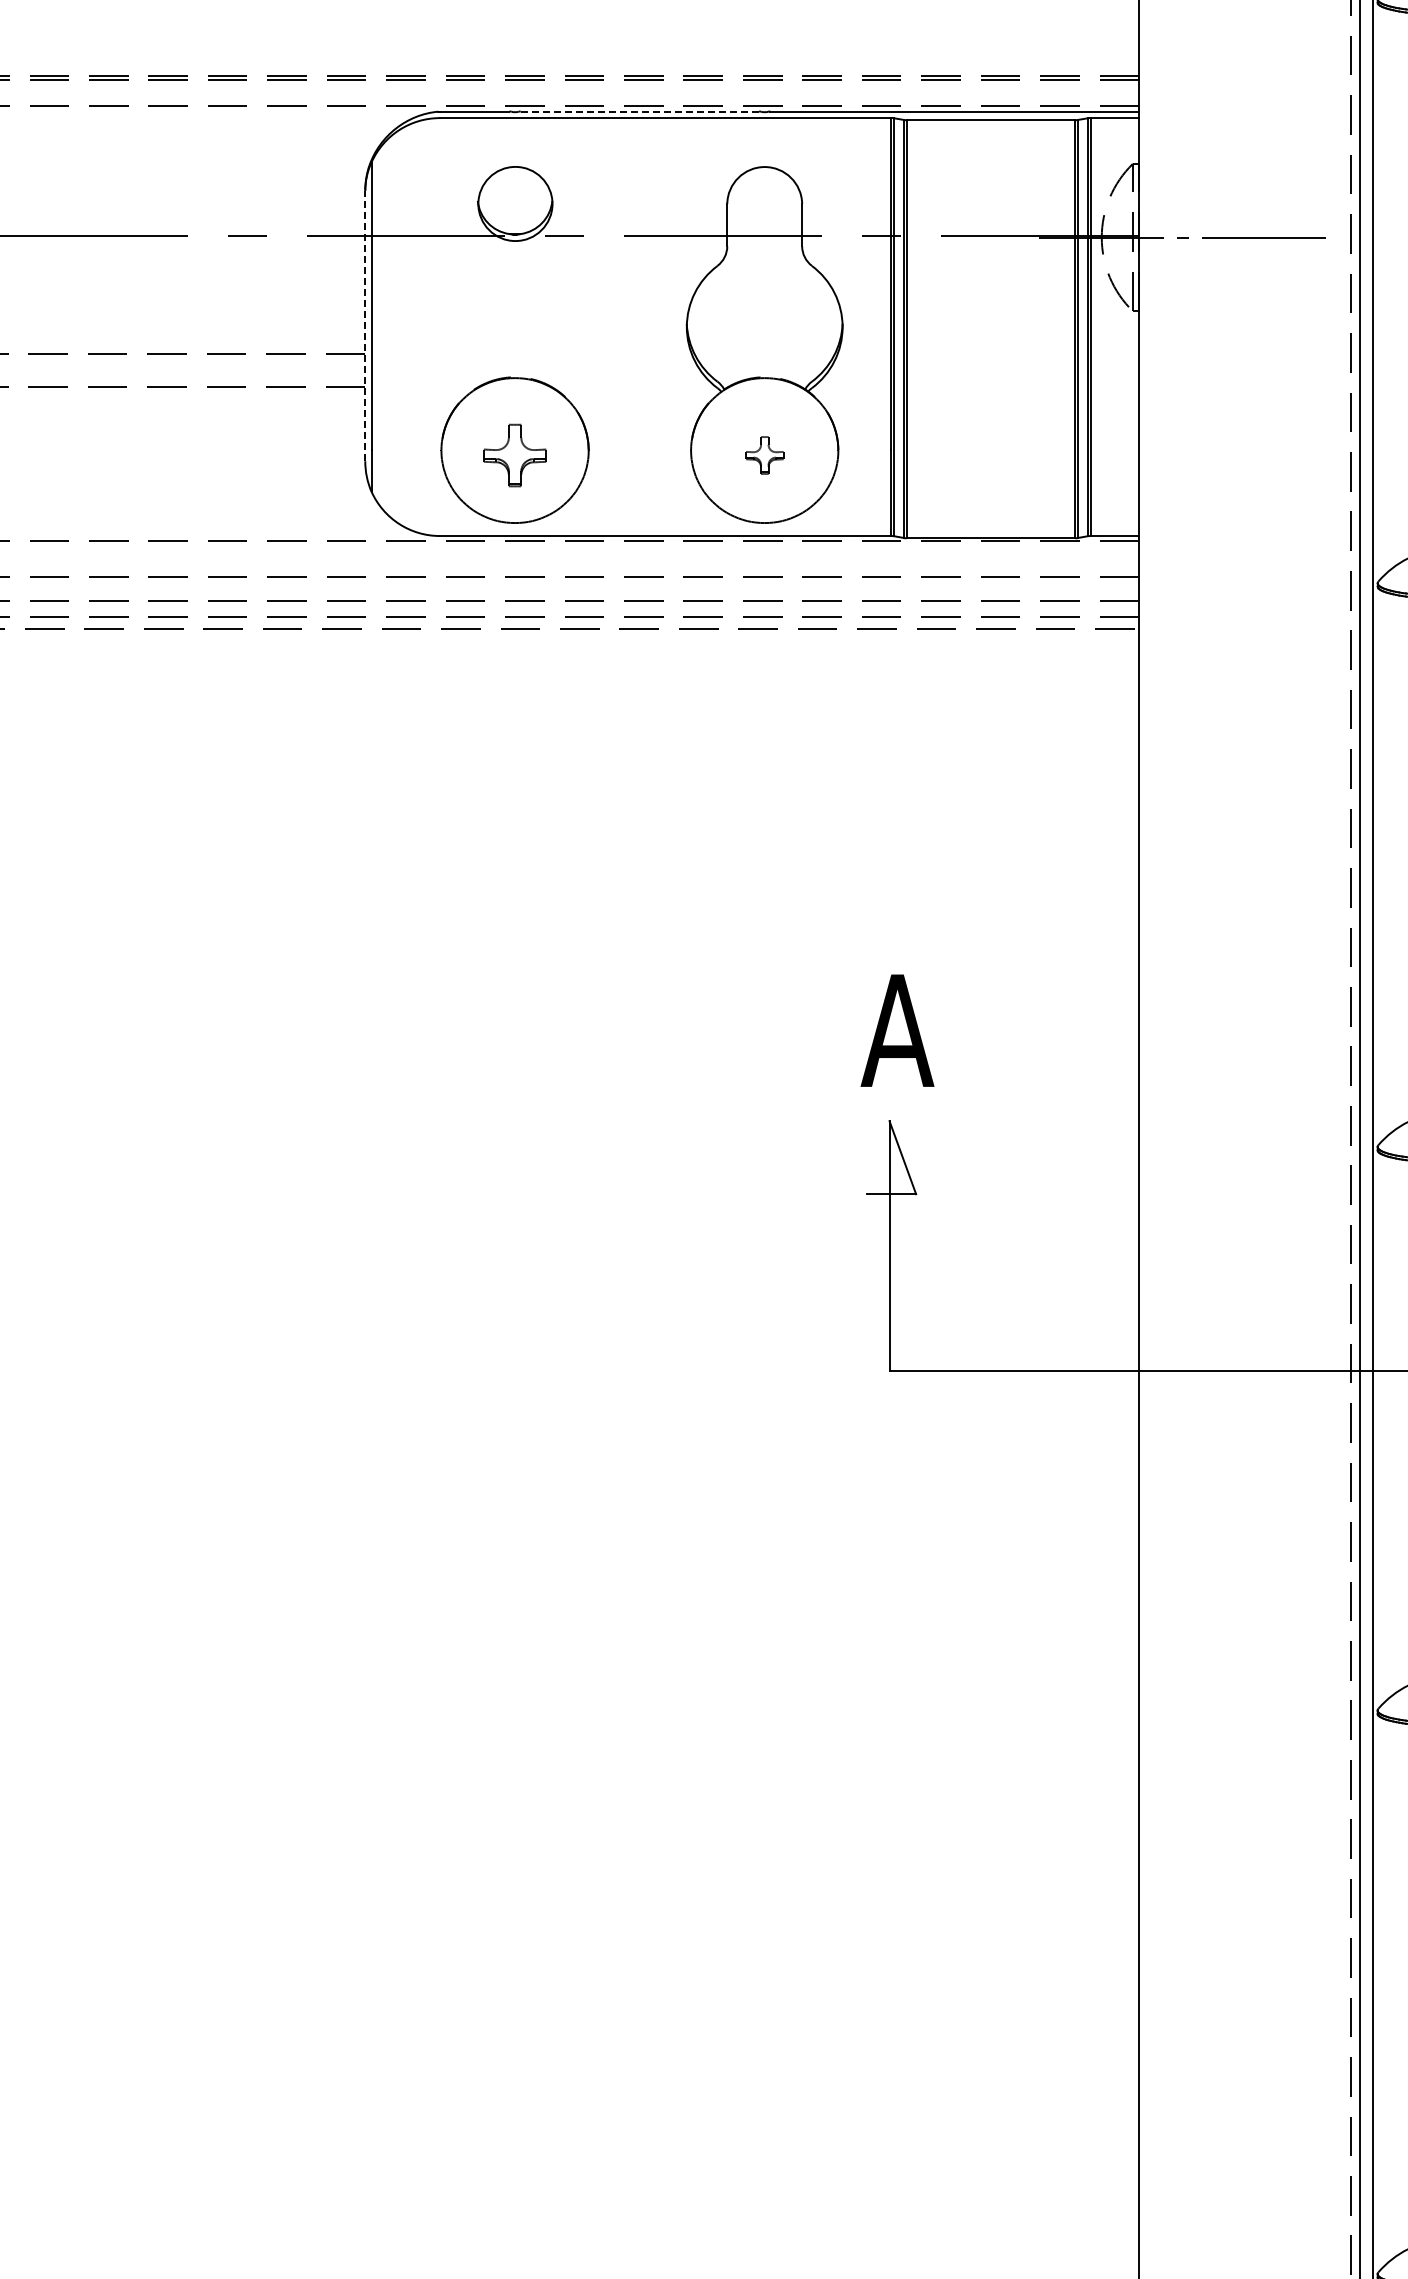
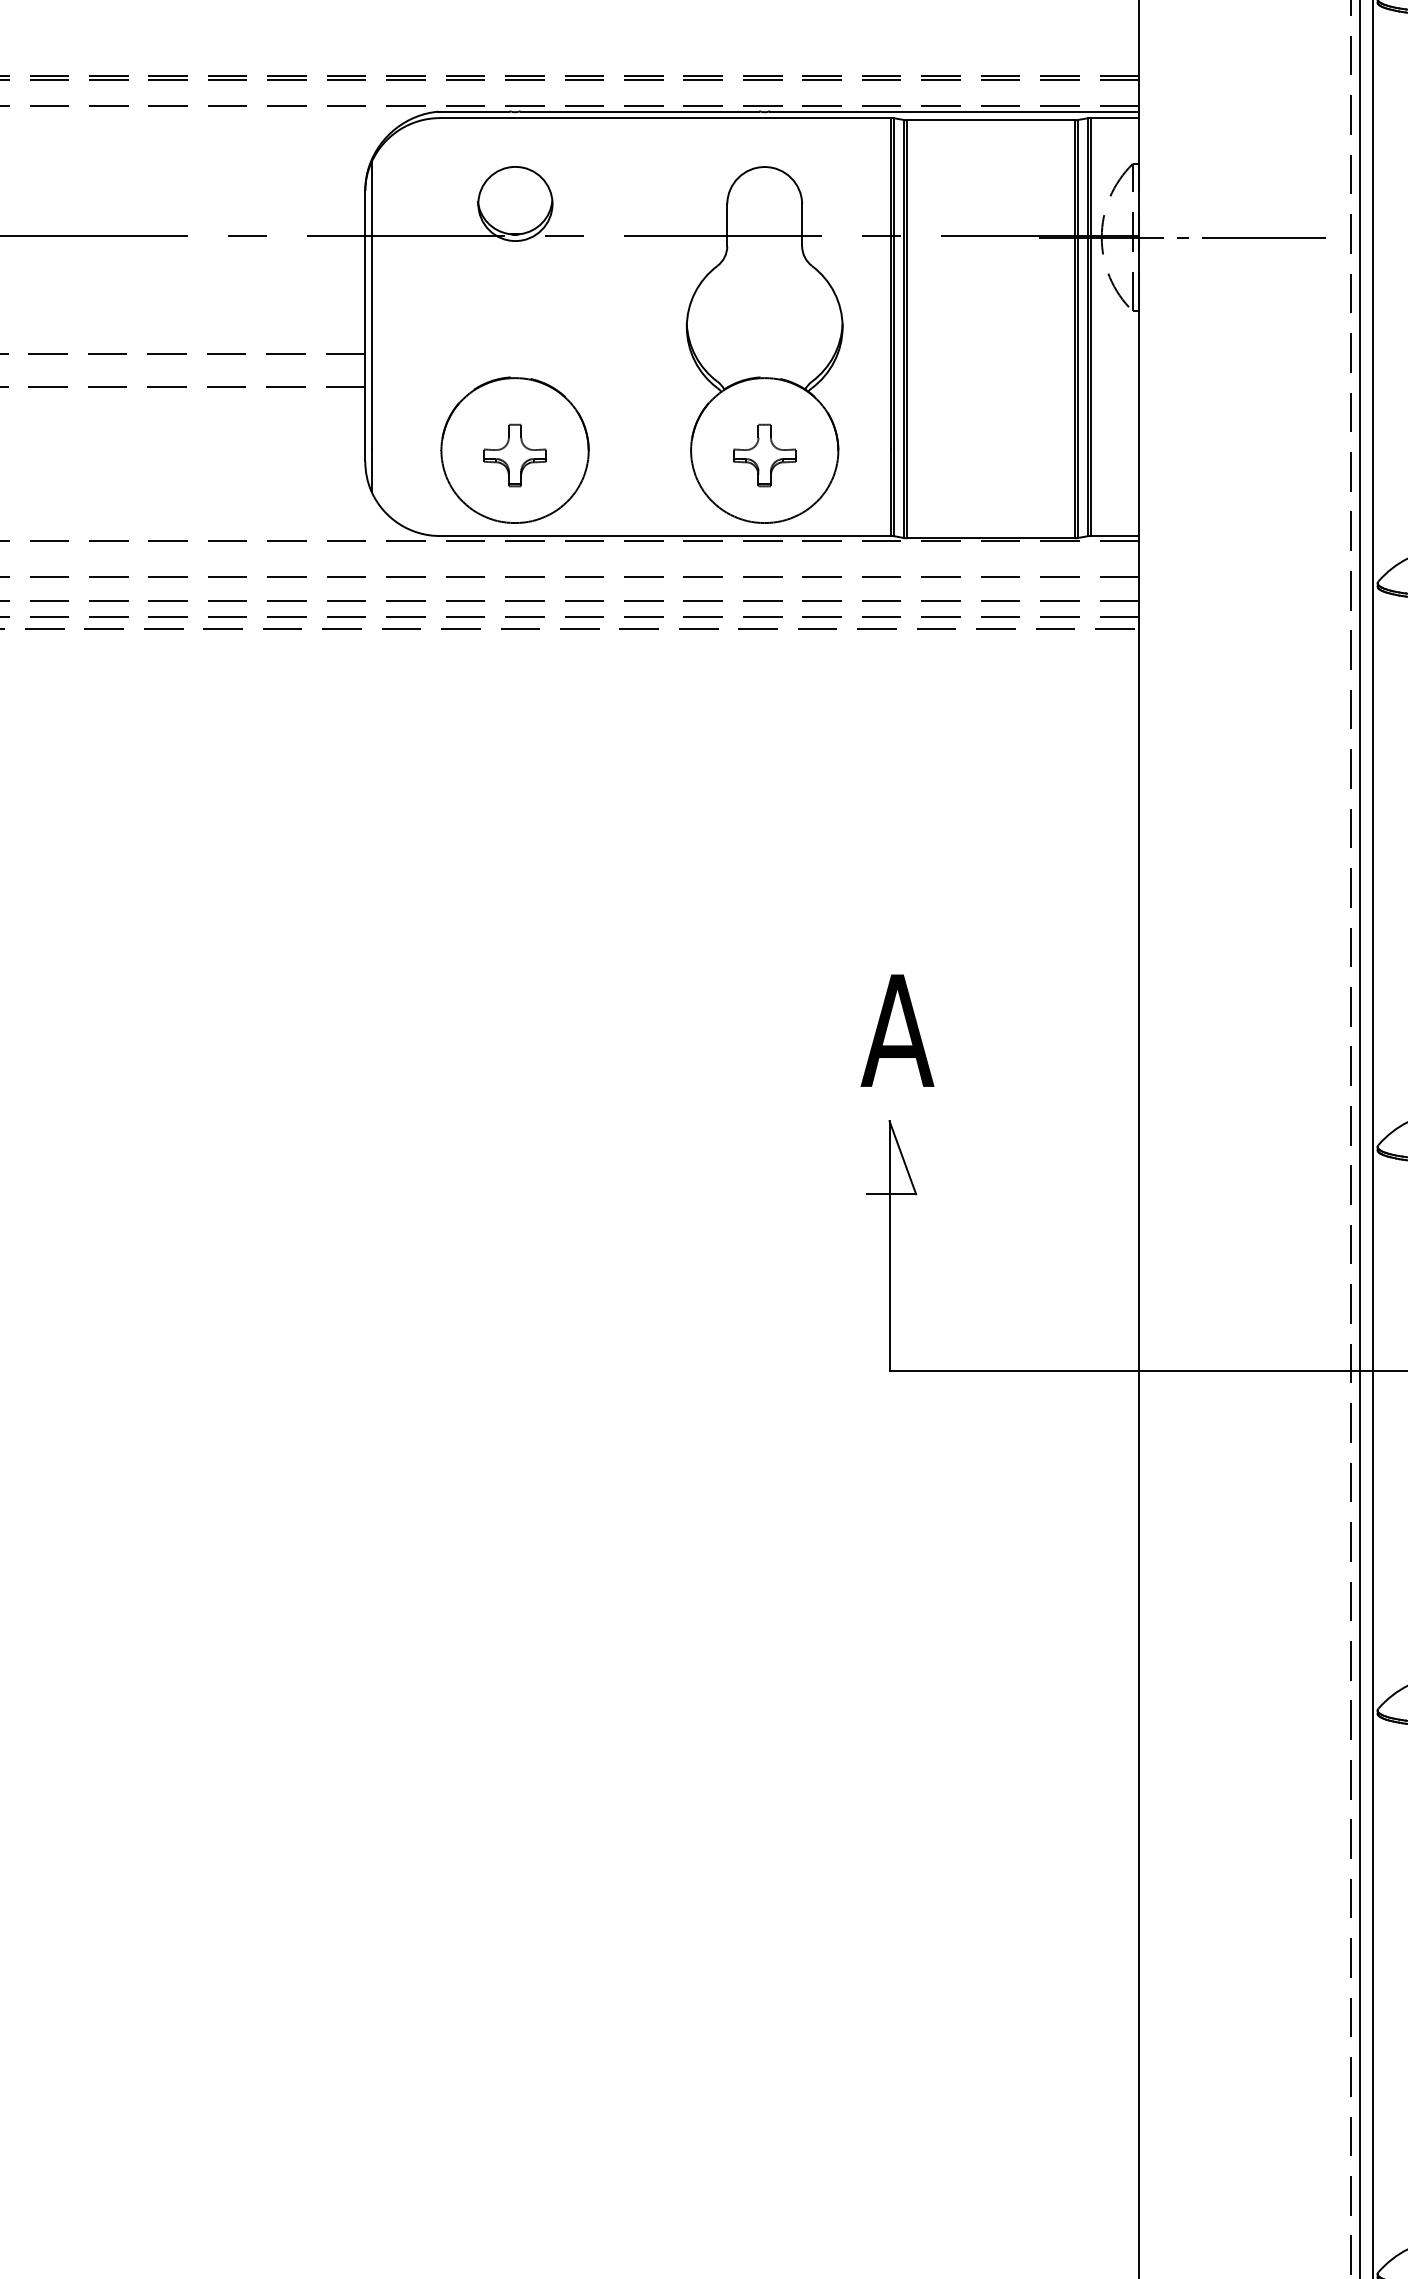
line at (640, 111): dashed -> solid
line at (365, 325): dashed -> solid
part at (764, 455) size: 40x39 px -> 64x65 px
